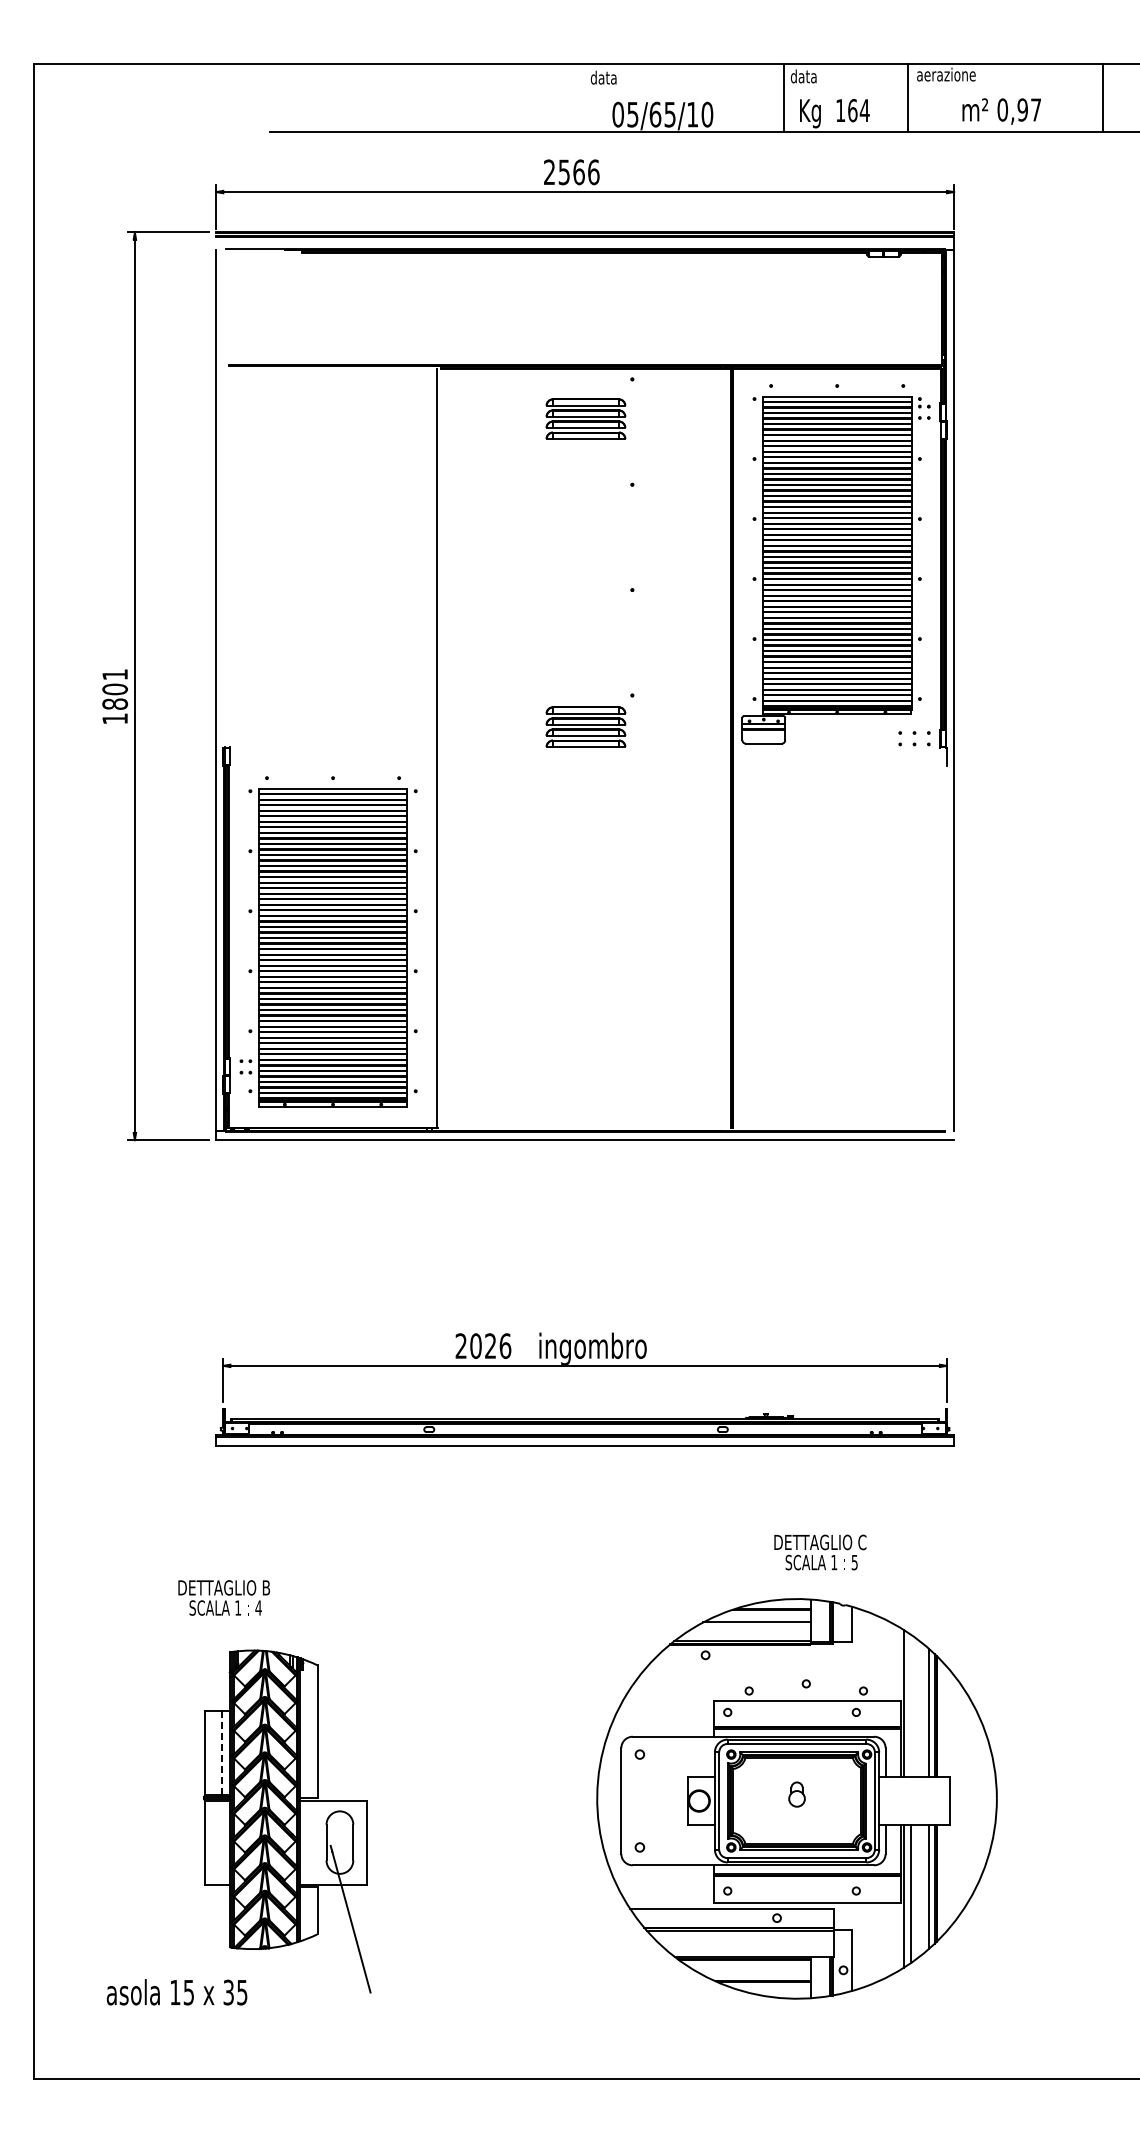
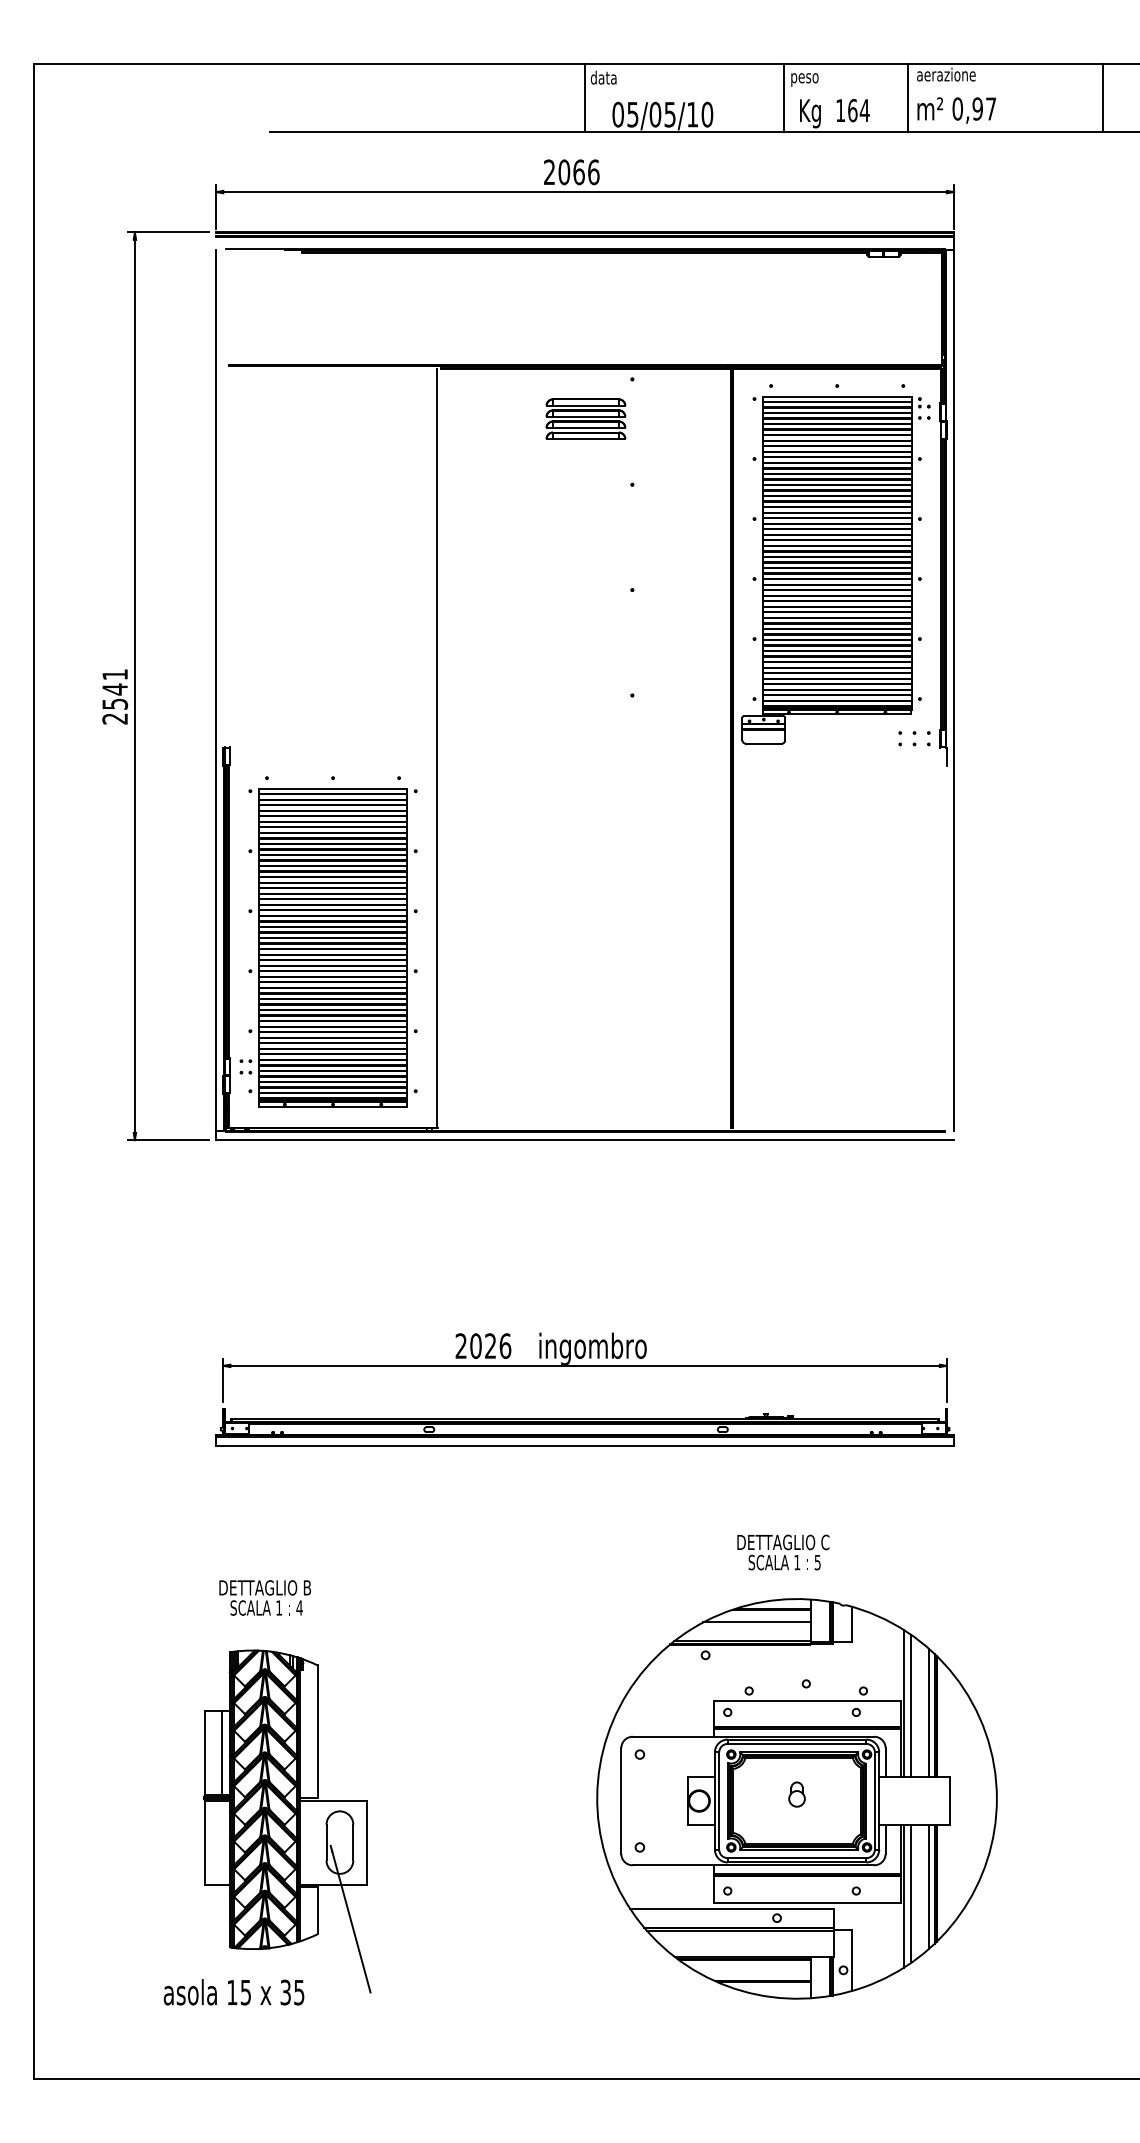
text at (804, 77): data -> peso
line at (584, 98): none -> present
text at (1001, 111) position: (1001, 111) -> (956, 110)
text at (655, 114): 05/65/10 -> 05/05/10
text at (564, 172): 2566 -> 2066
text at (115, 703): 1801 -> 2541
part at (585, 726): present -> none
text at (820, 1552) position: (820, 1552) -> (783, 1552)
text at (223, 1597) position: (223, 1597) -> (264, 1597)
line at (910, 1705): none -> present
line at (222, 1753): dashed -> solid
text at (176, 1992) position: (176, 1992) -> (233, 1992)
